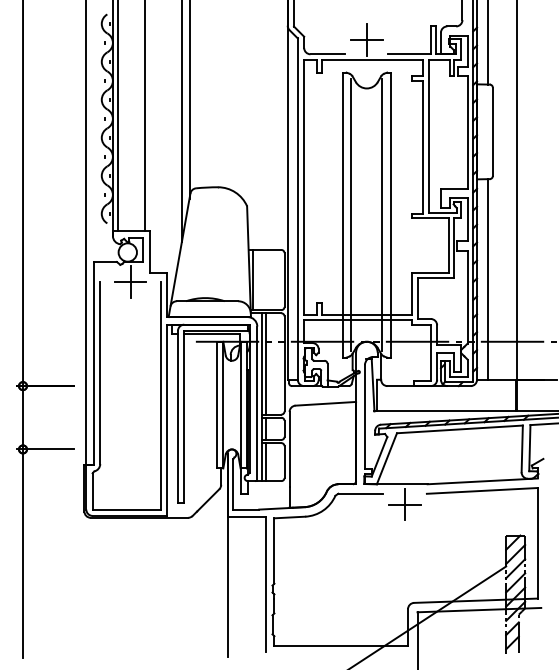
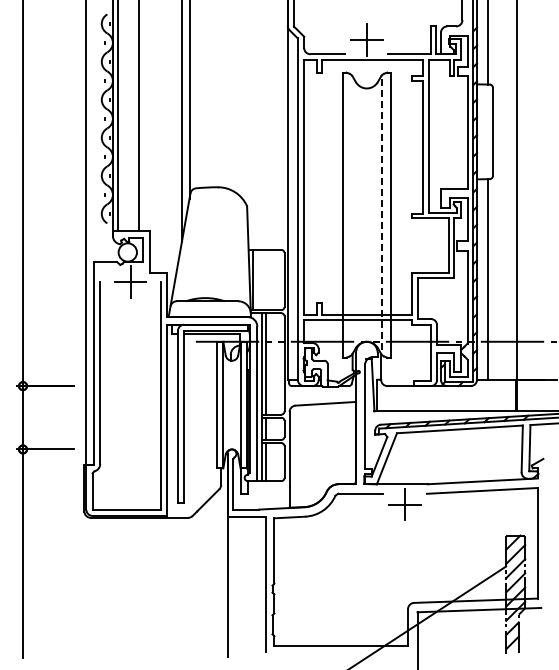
line at (144, 116) position: (144, 116) -> (138, 116)
line at (351, 214): present -> none
line at (382, 215): solid -> dashed
